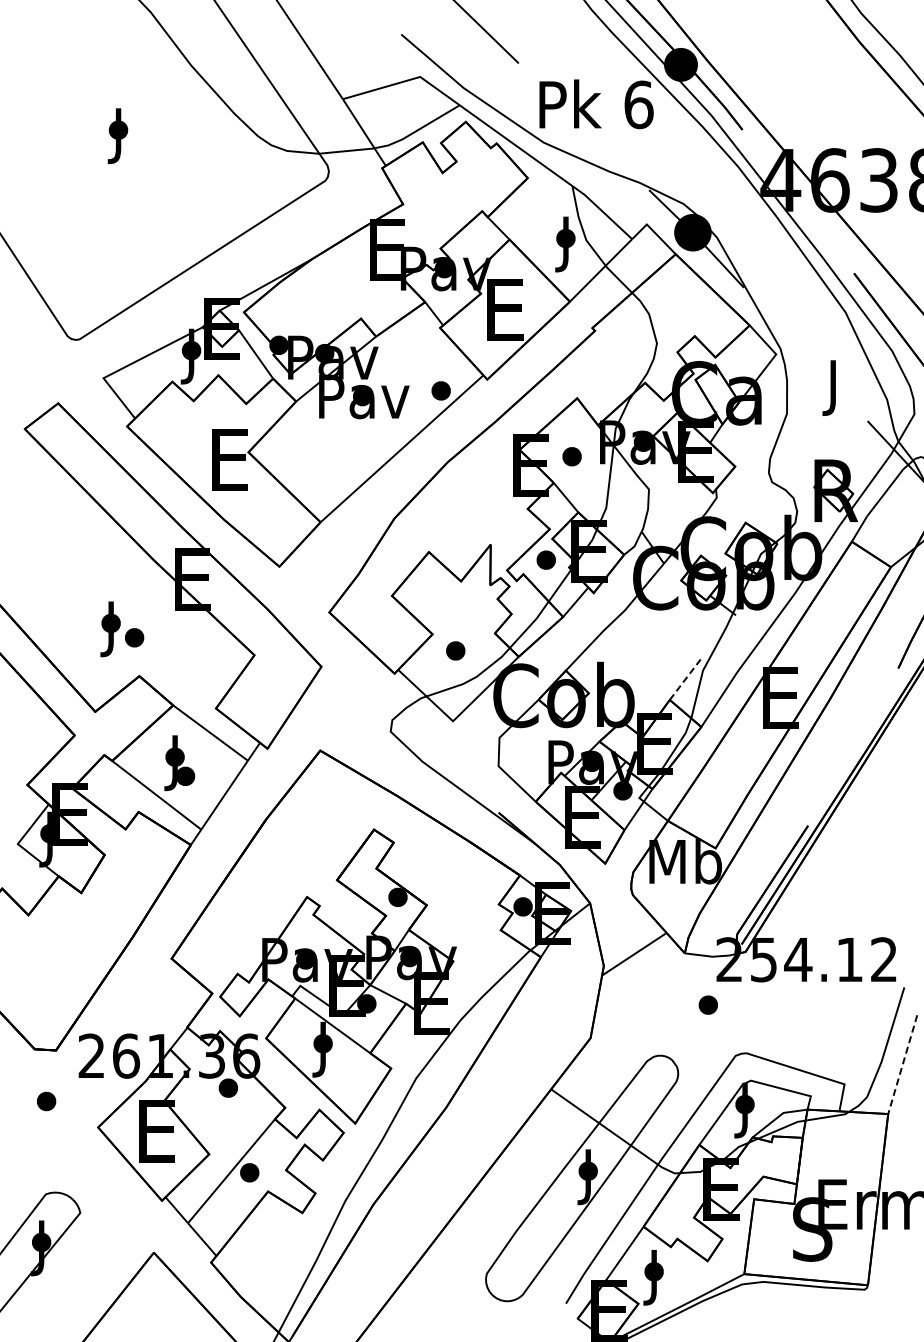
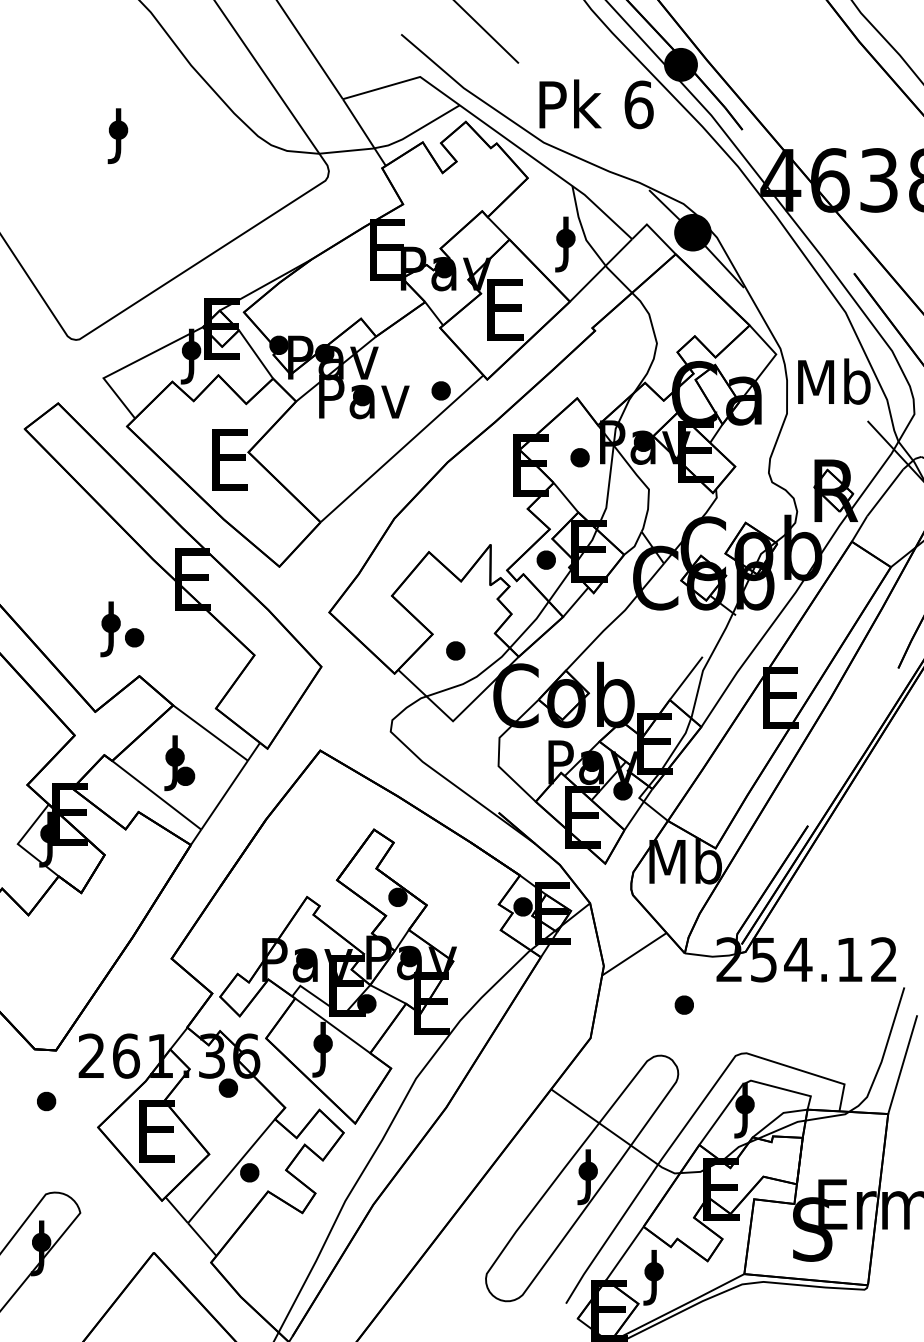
text at (834, 386): J -> Mb
part at (571, 456) position: (571, 456) -> (579, 457)
line at (686, 678): dashed -> solid
part at (707, 1004) position: (707, 1004) -> (683, 1004)
line at (902, 1065): dashed -> solid
